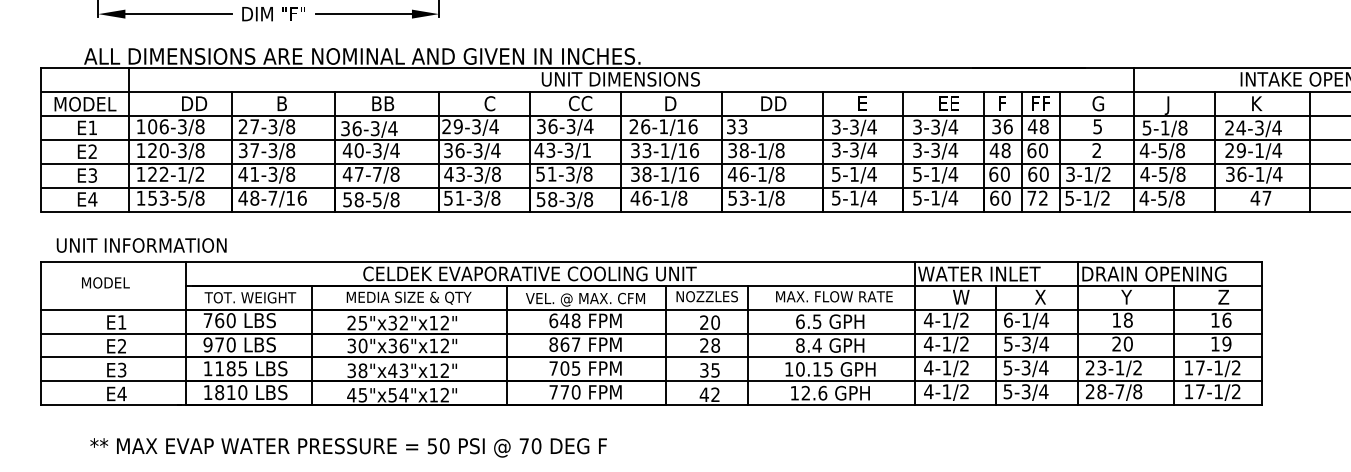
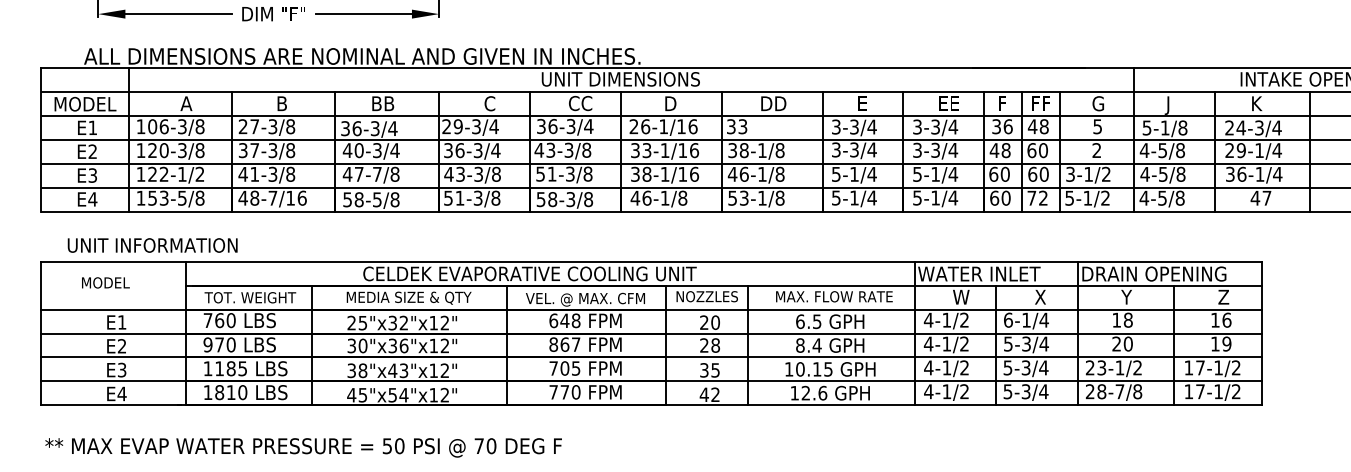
text at (193, 103): DD -> A
text at (586, 149): 43-3/1 -> 43-3/8
text at (141, 245) position: (141, 245) -> (152, 245)
text at (348, 447) position: (348, 447) -> (303, 447)
